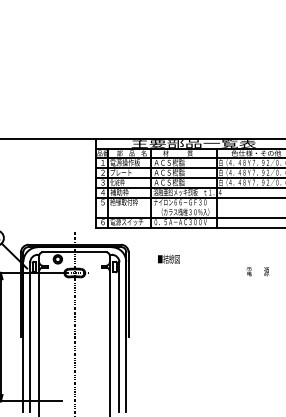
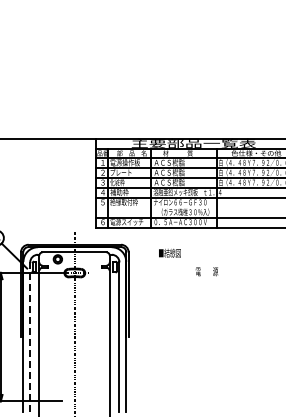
text at (168, 258) position: (168, 258) -> (169, 252)
text at (257, 271) position: (257, 271) -> (206, 271)
line at (30, 337): solid -> dashed
